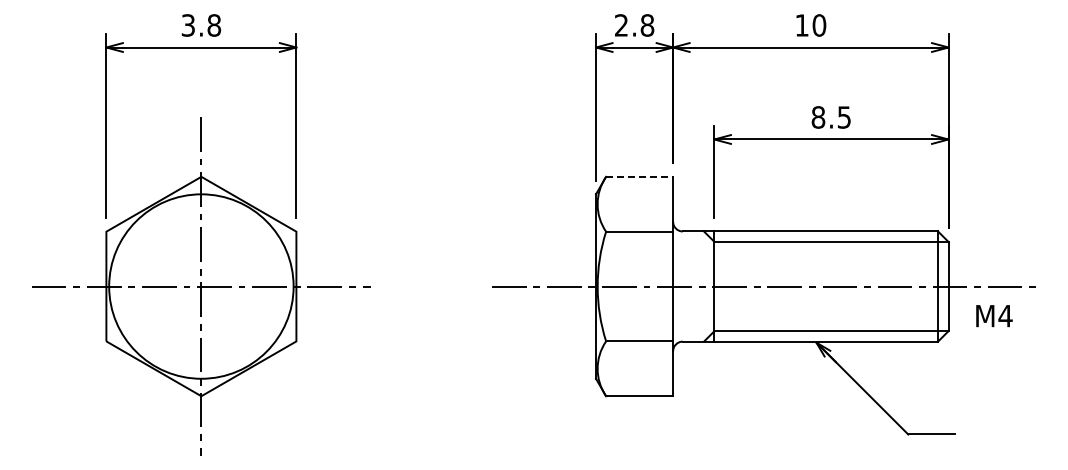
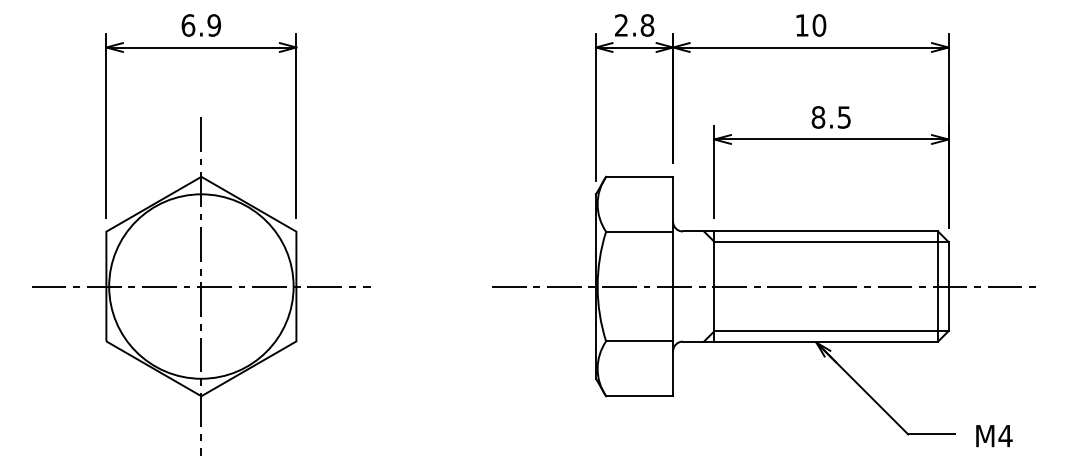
text at (201, 25): 3.8 -> 6.9
line at (639, 176): dashed -> solid
text at (994, 316) position: (994, 316) -> (994, 436)
